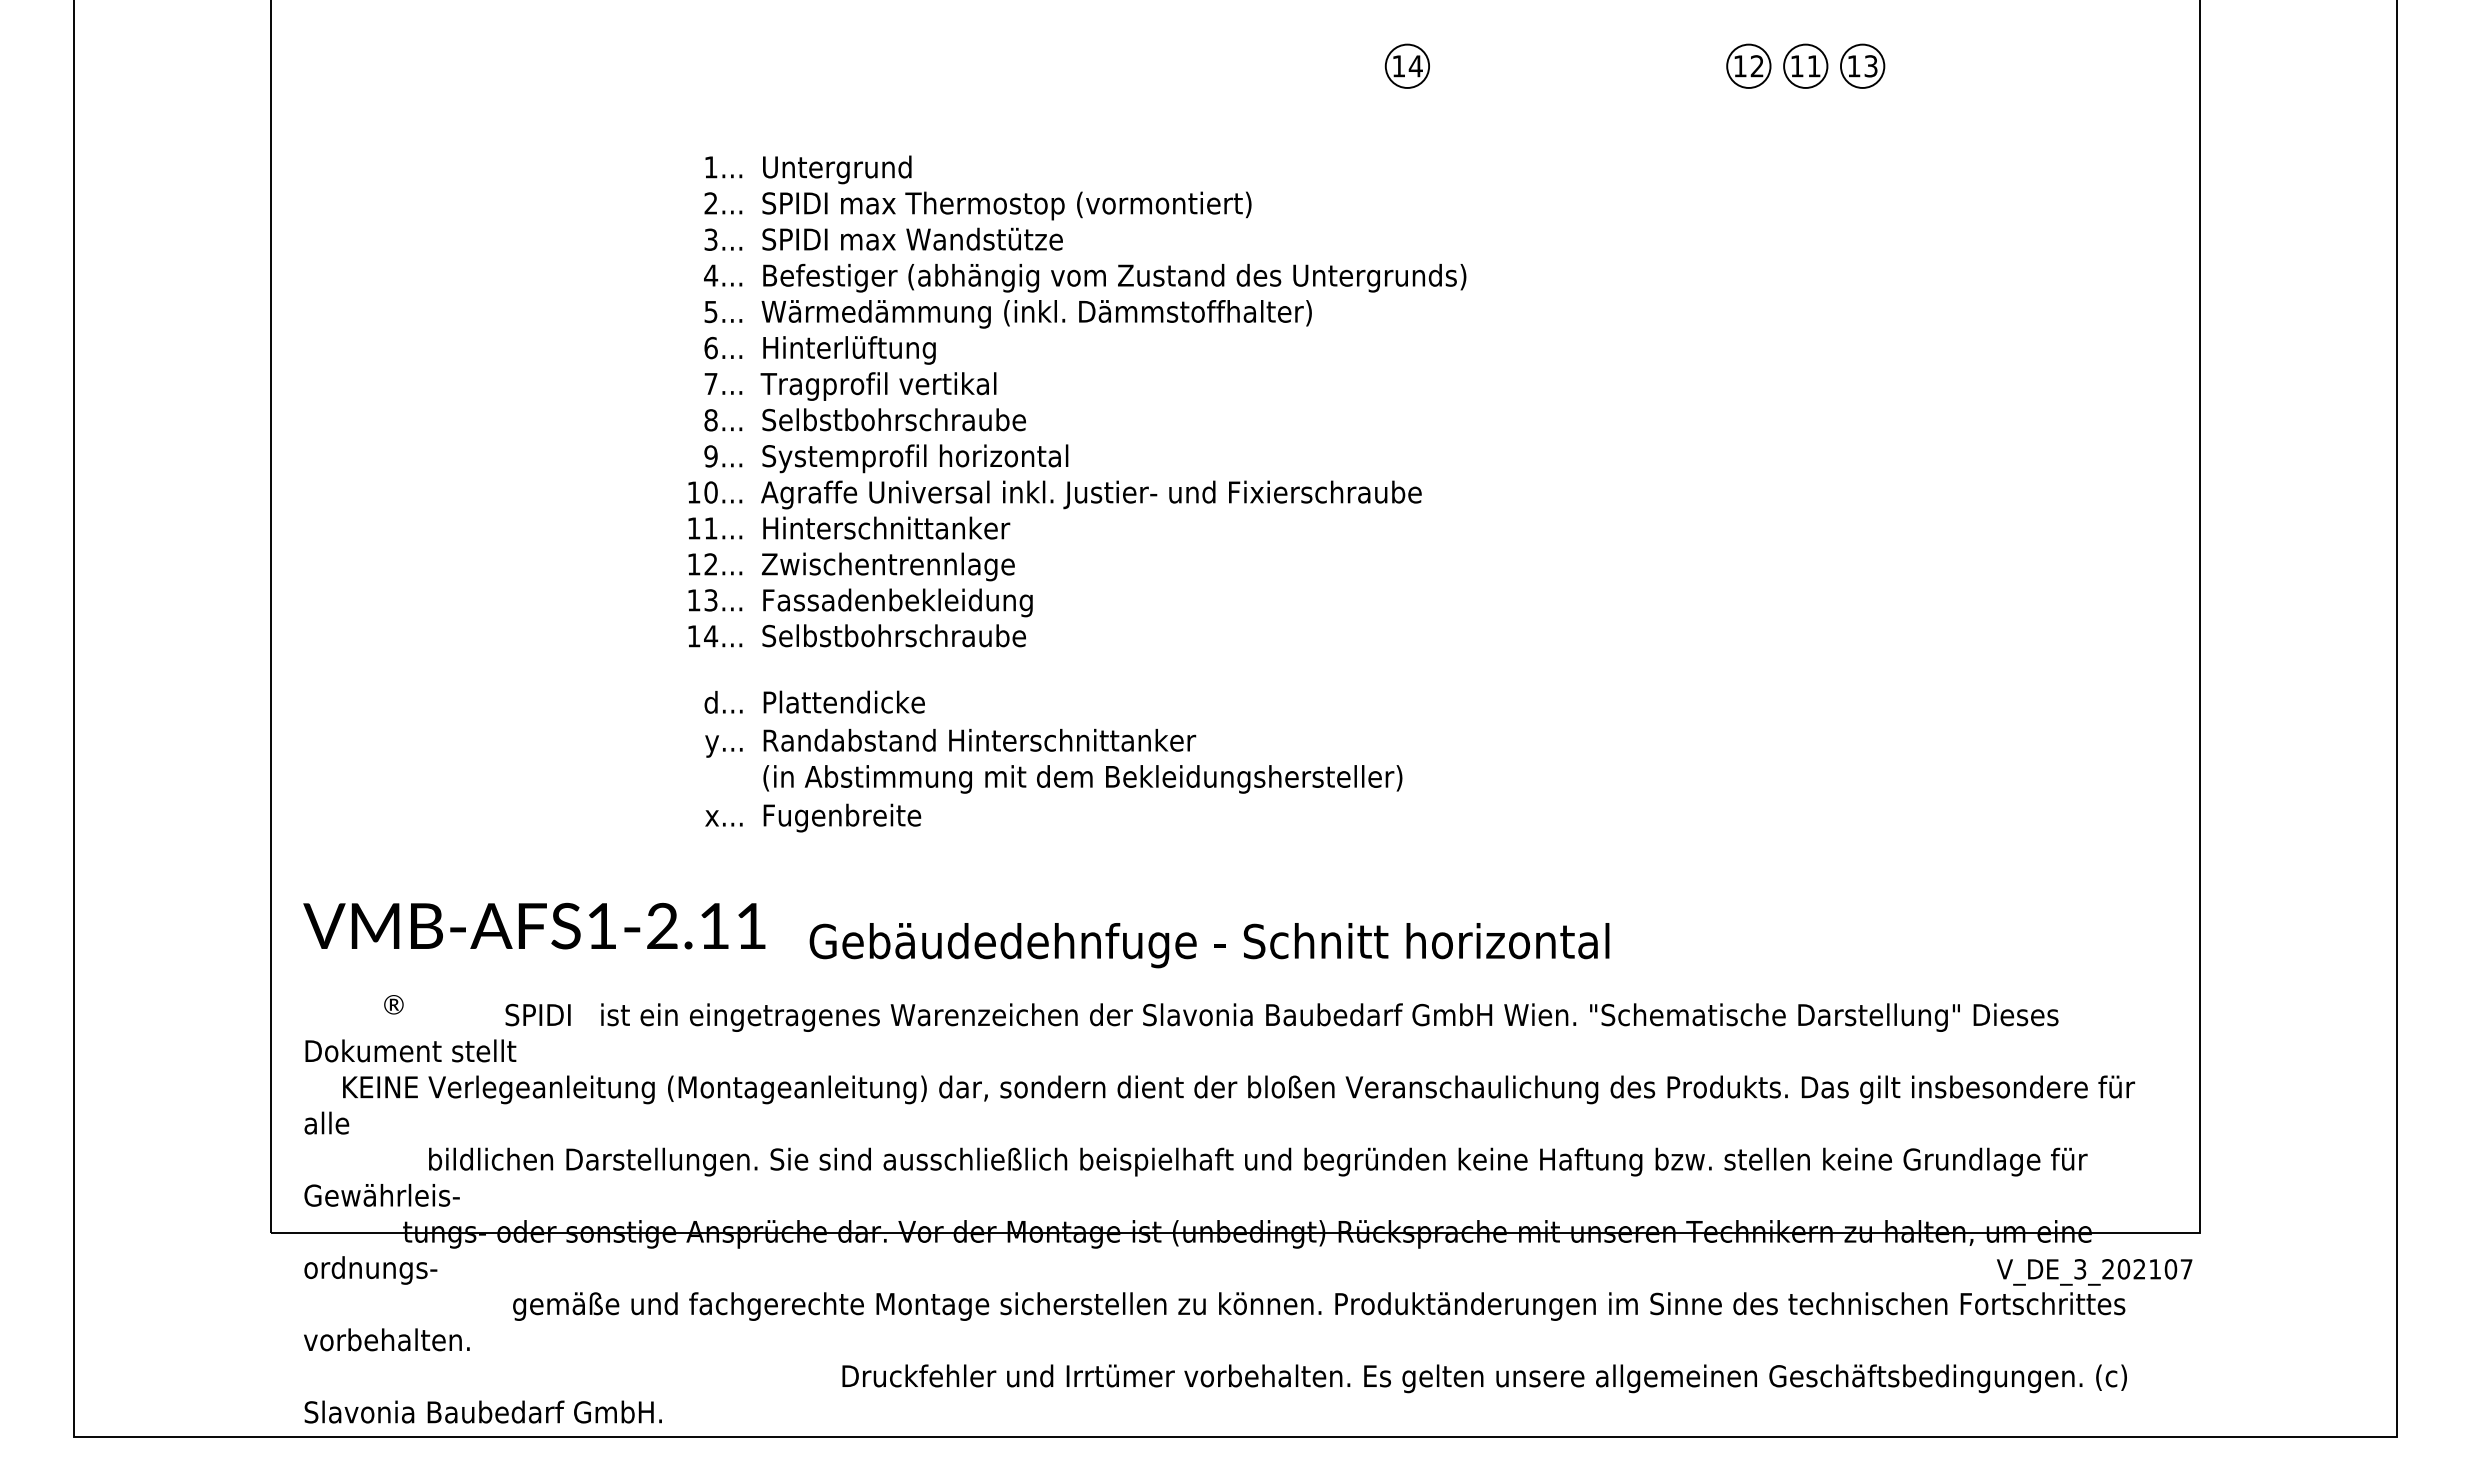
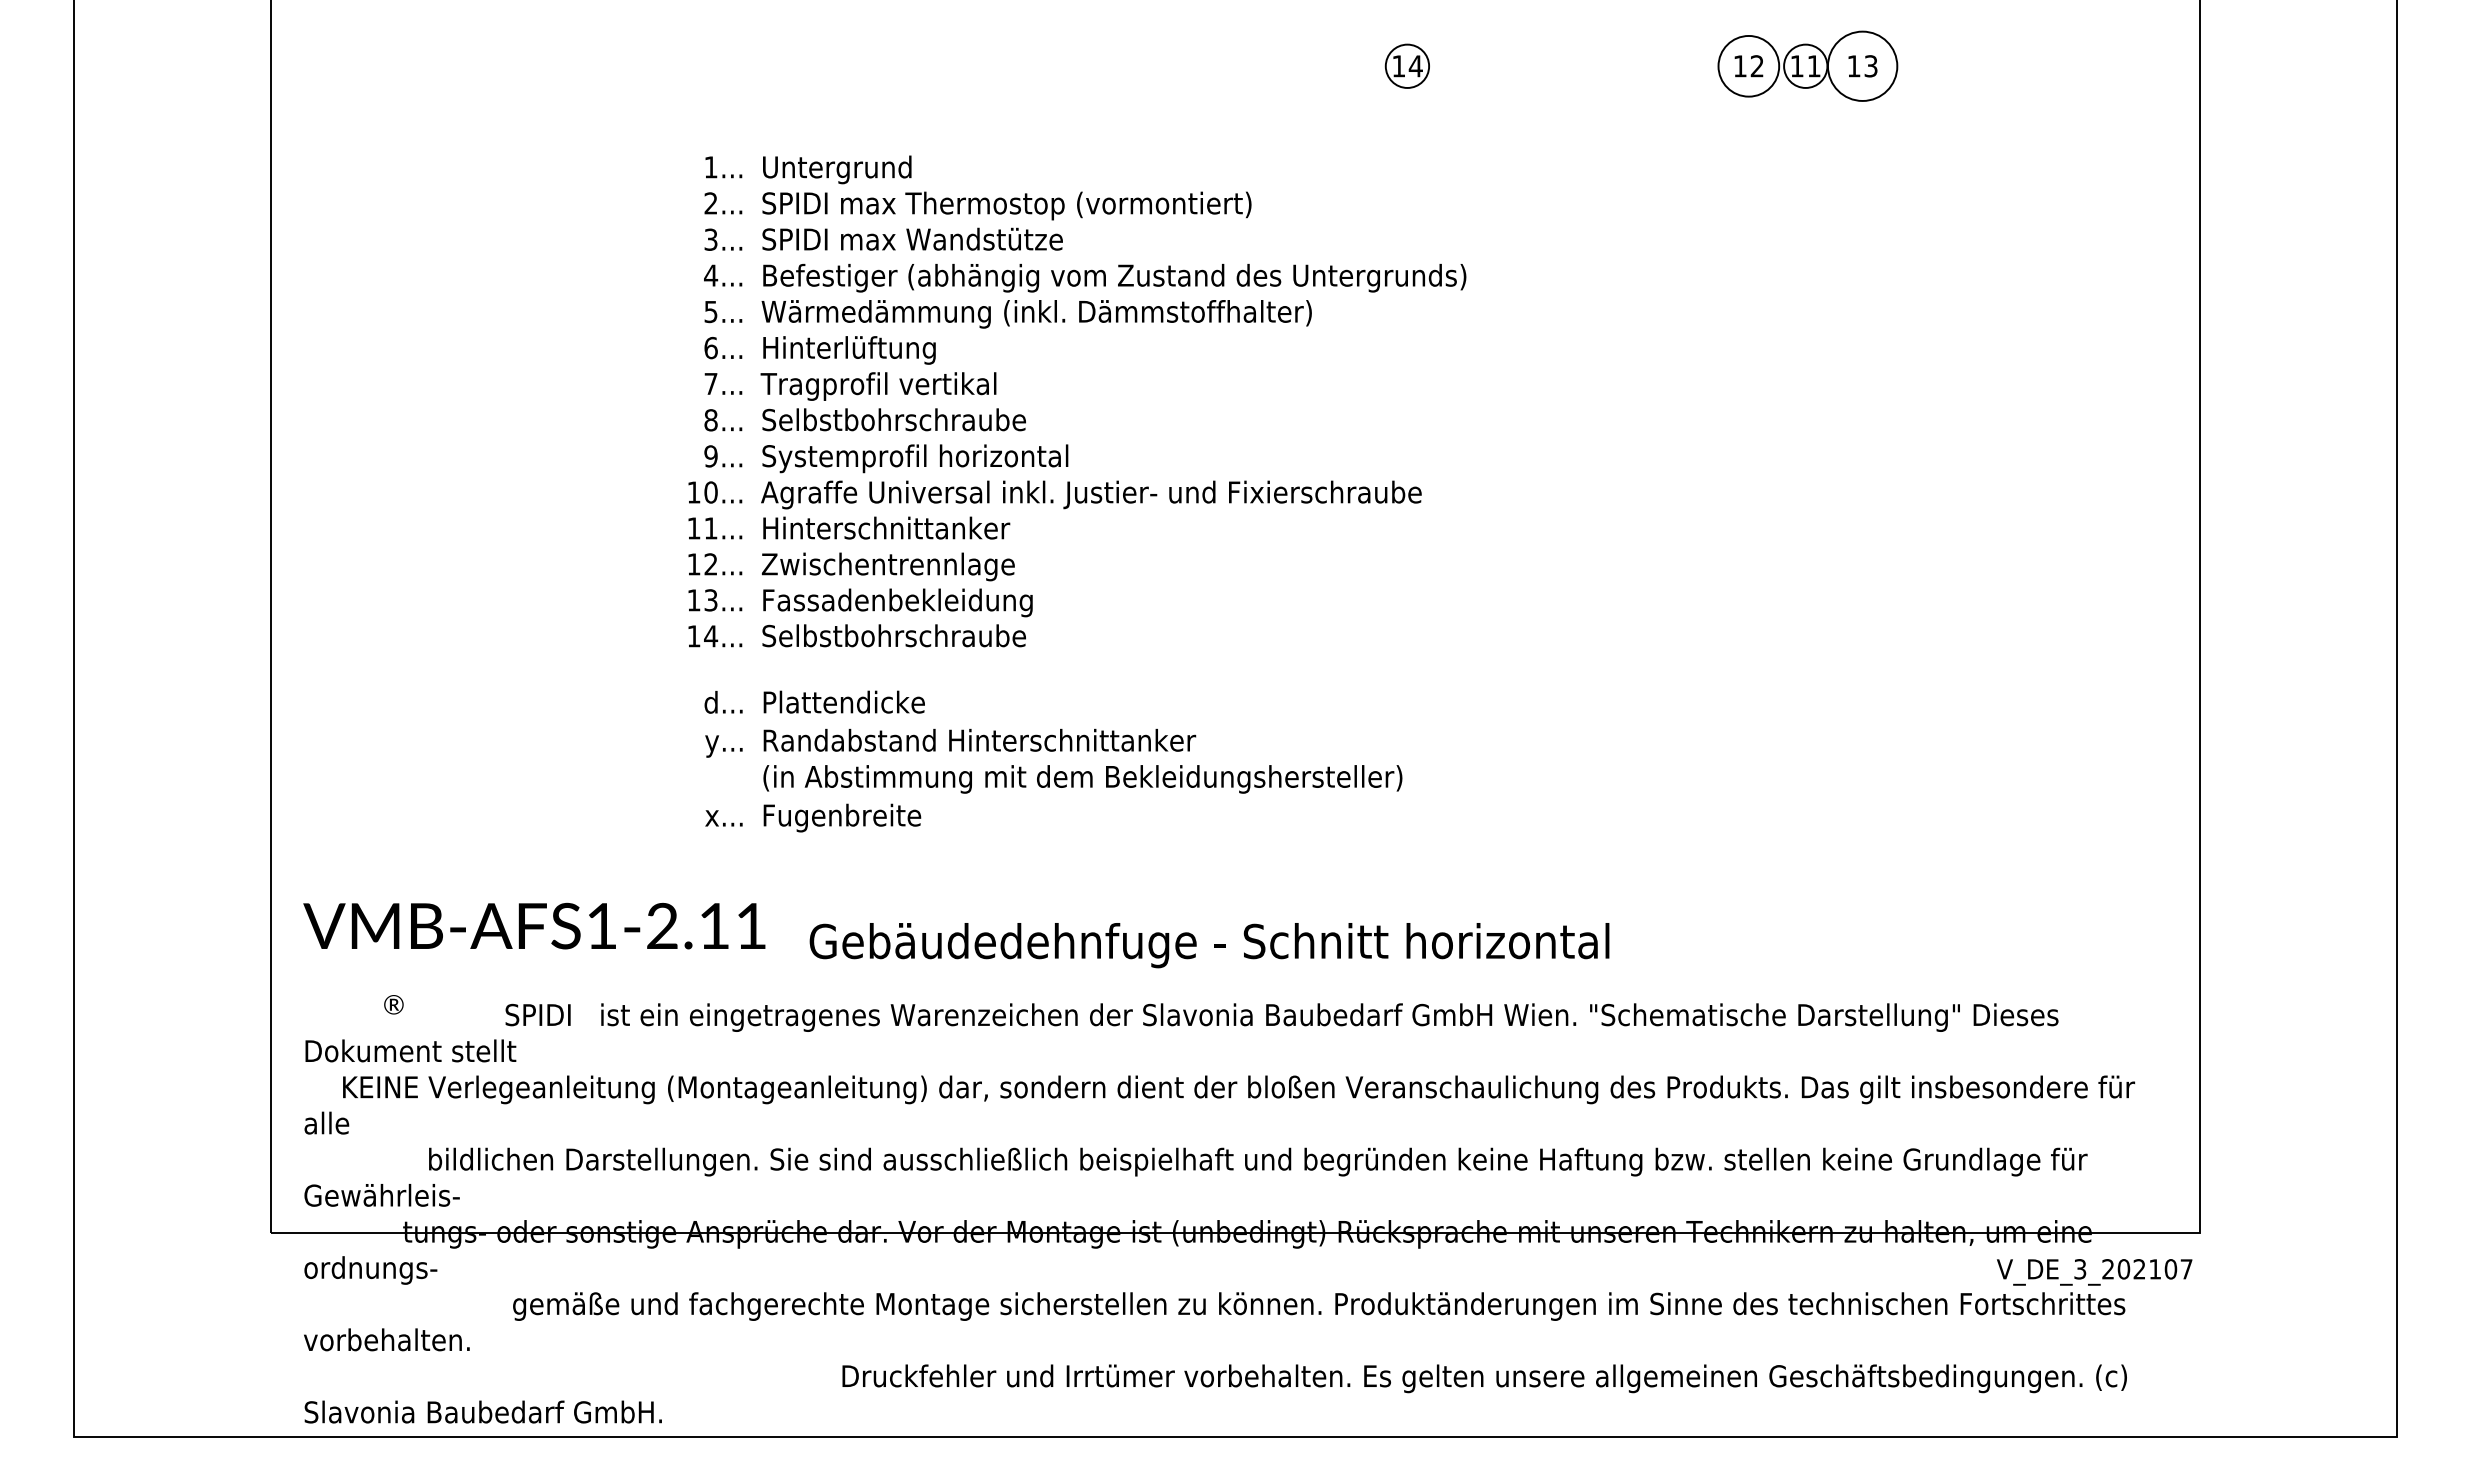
circle at (1748, 65) diameter: 43 px -> 61 px
circle at (1862, 65) diameter: 43 px -> 69 px
